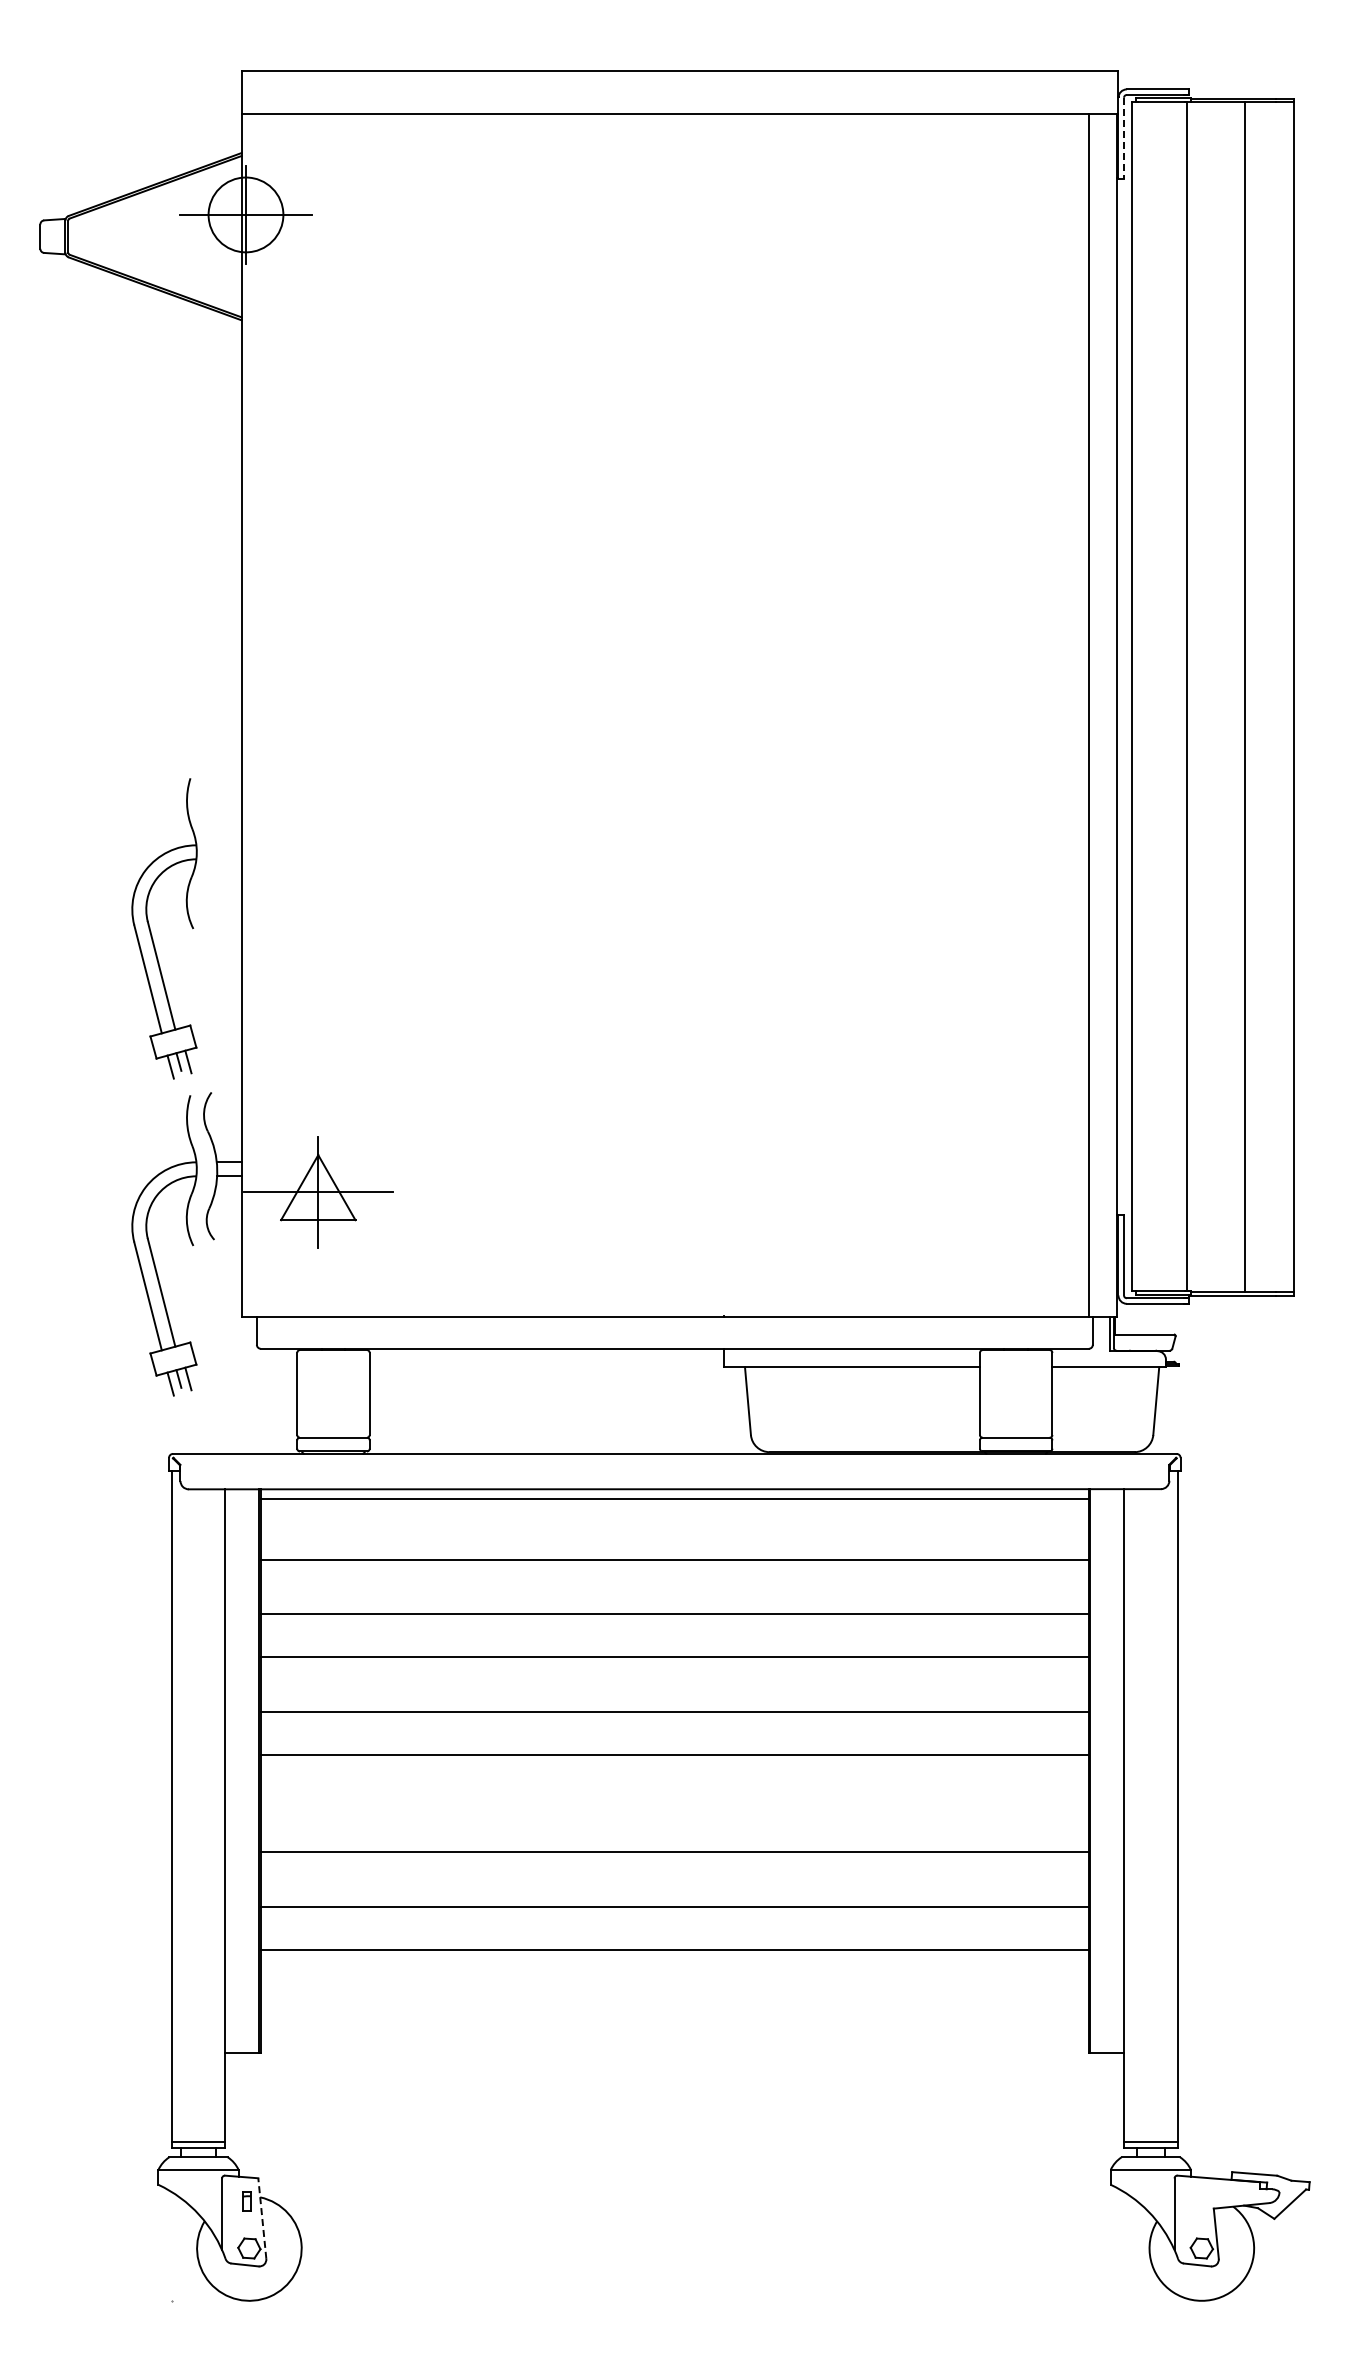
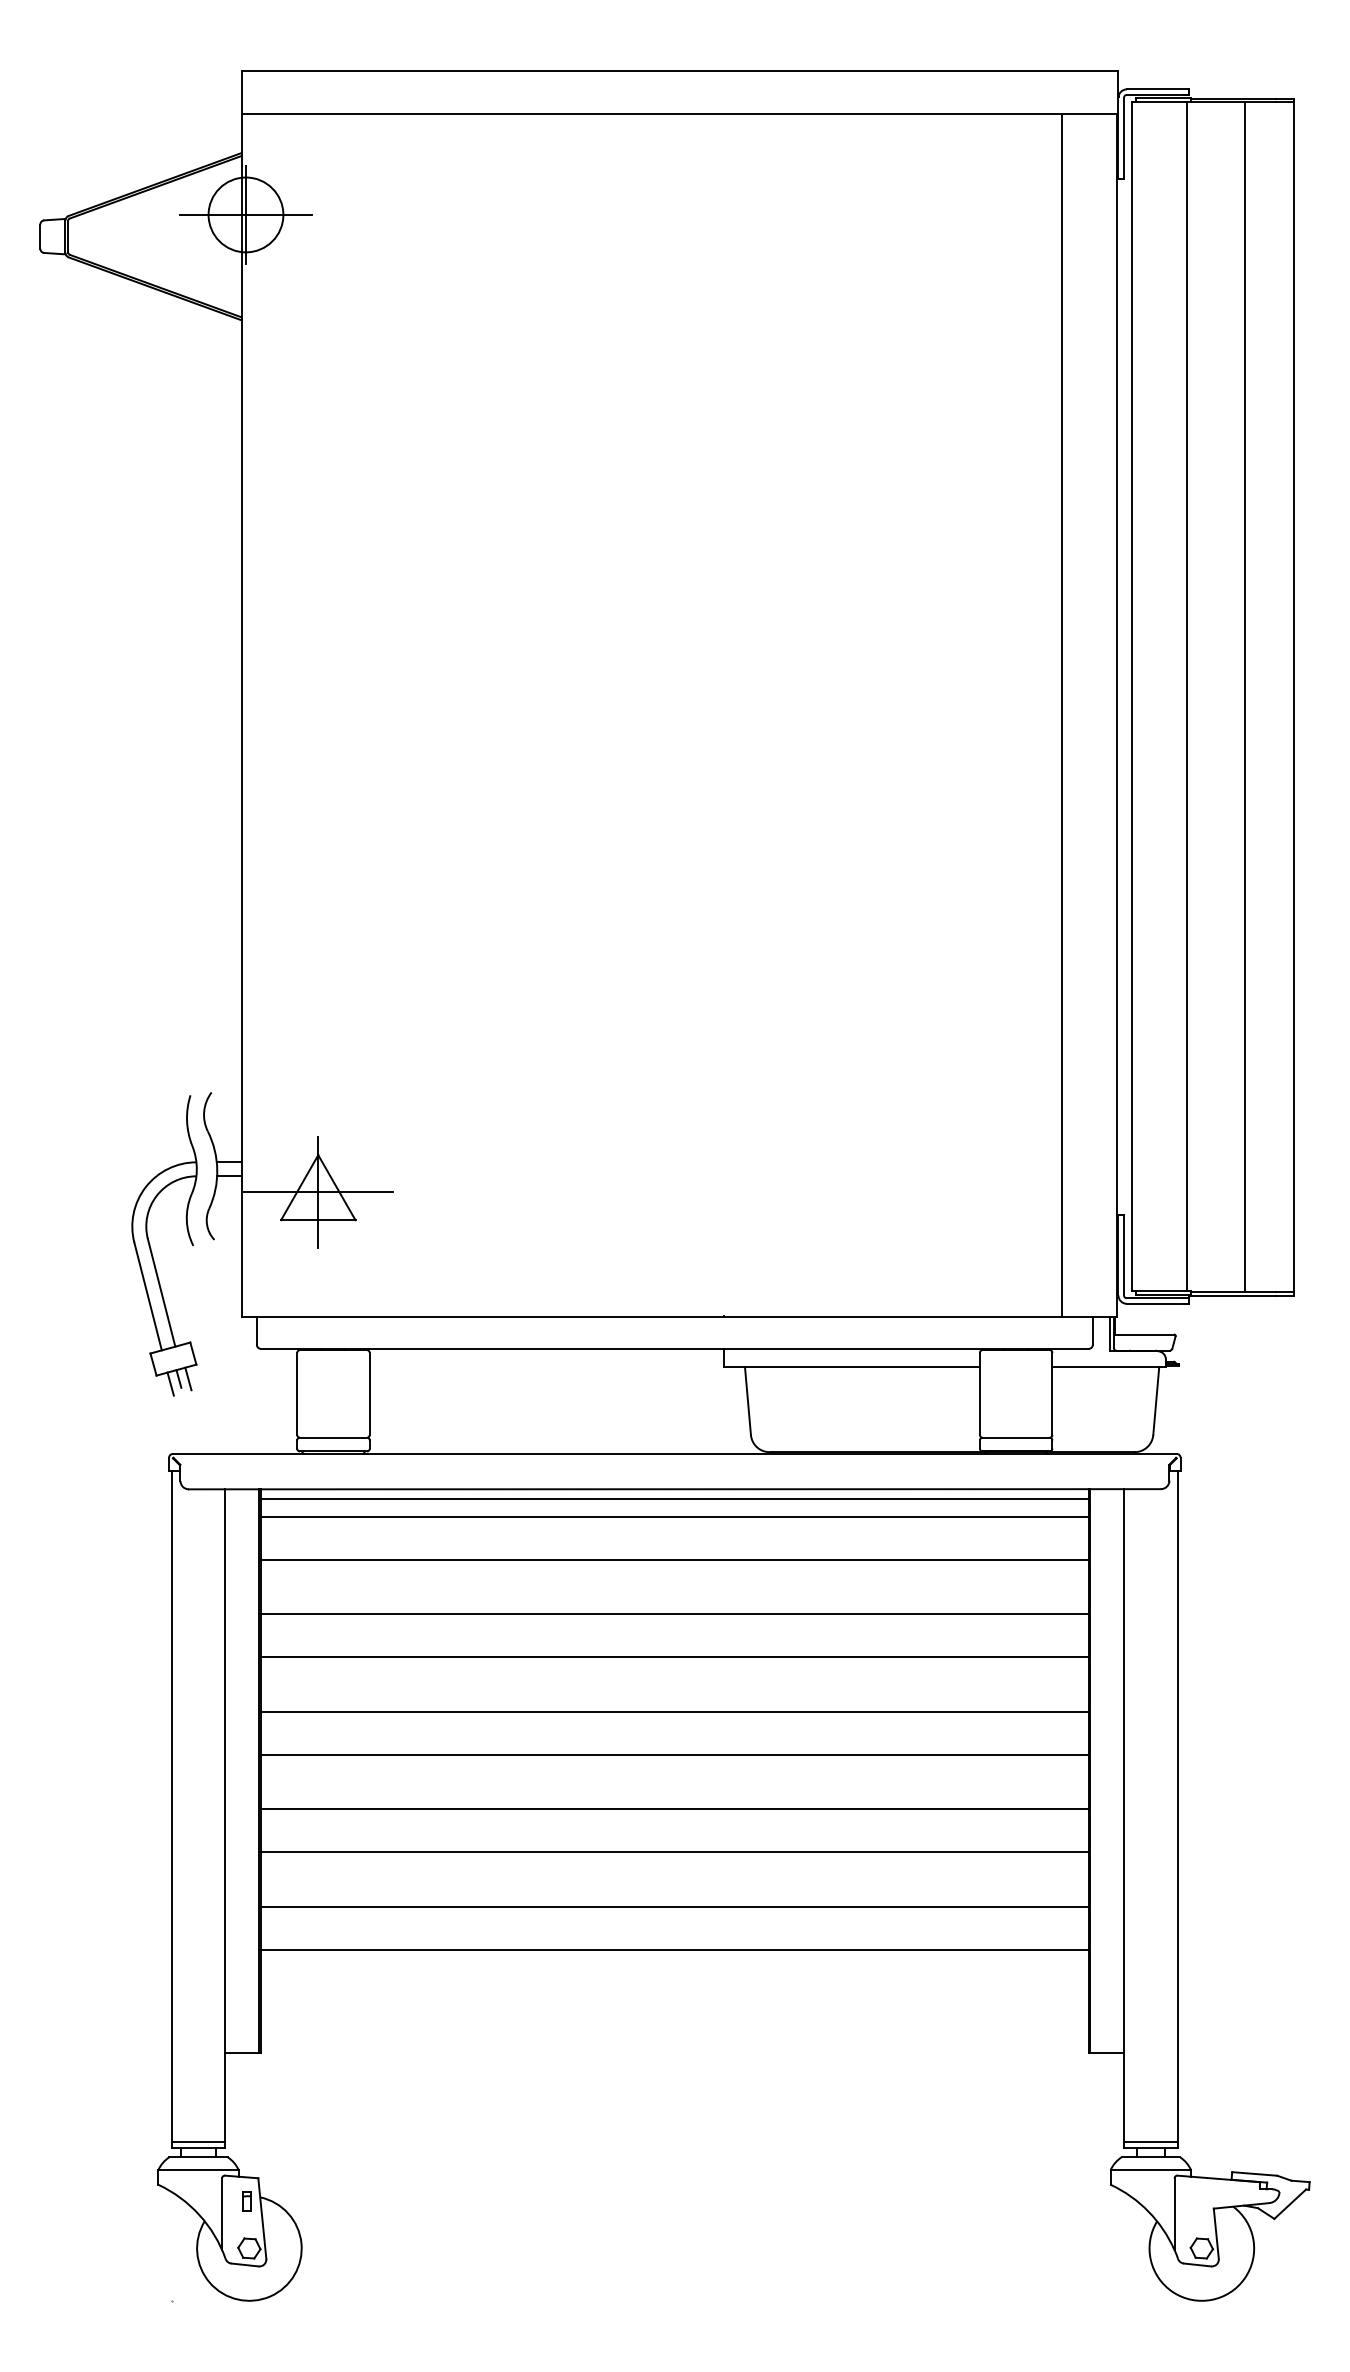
line at (1124, 138): dashed -> solid
line at (1088, 714) position: (1088, 714) -> (1061, 714)
part at (151, 931): present -> none
line at (674, 1516): none -> present
line at (674, 1809): none -> present
line at (262, 2218): dashed -> solid
